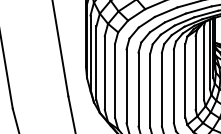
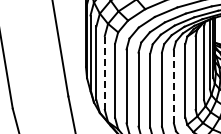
line at (104, 72): solid -> dashed
line at (173, 86): solid -> dashed
